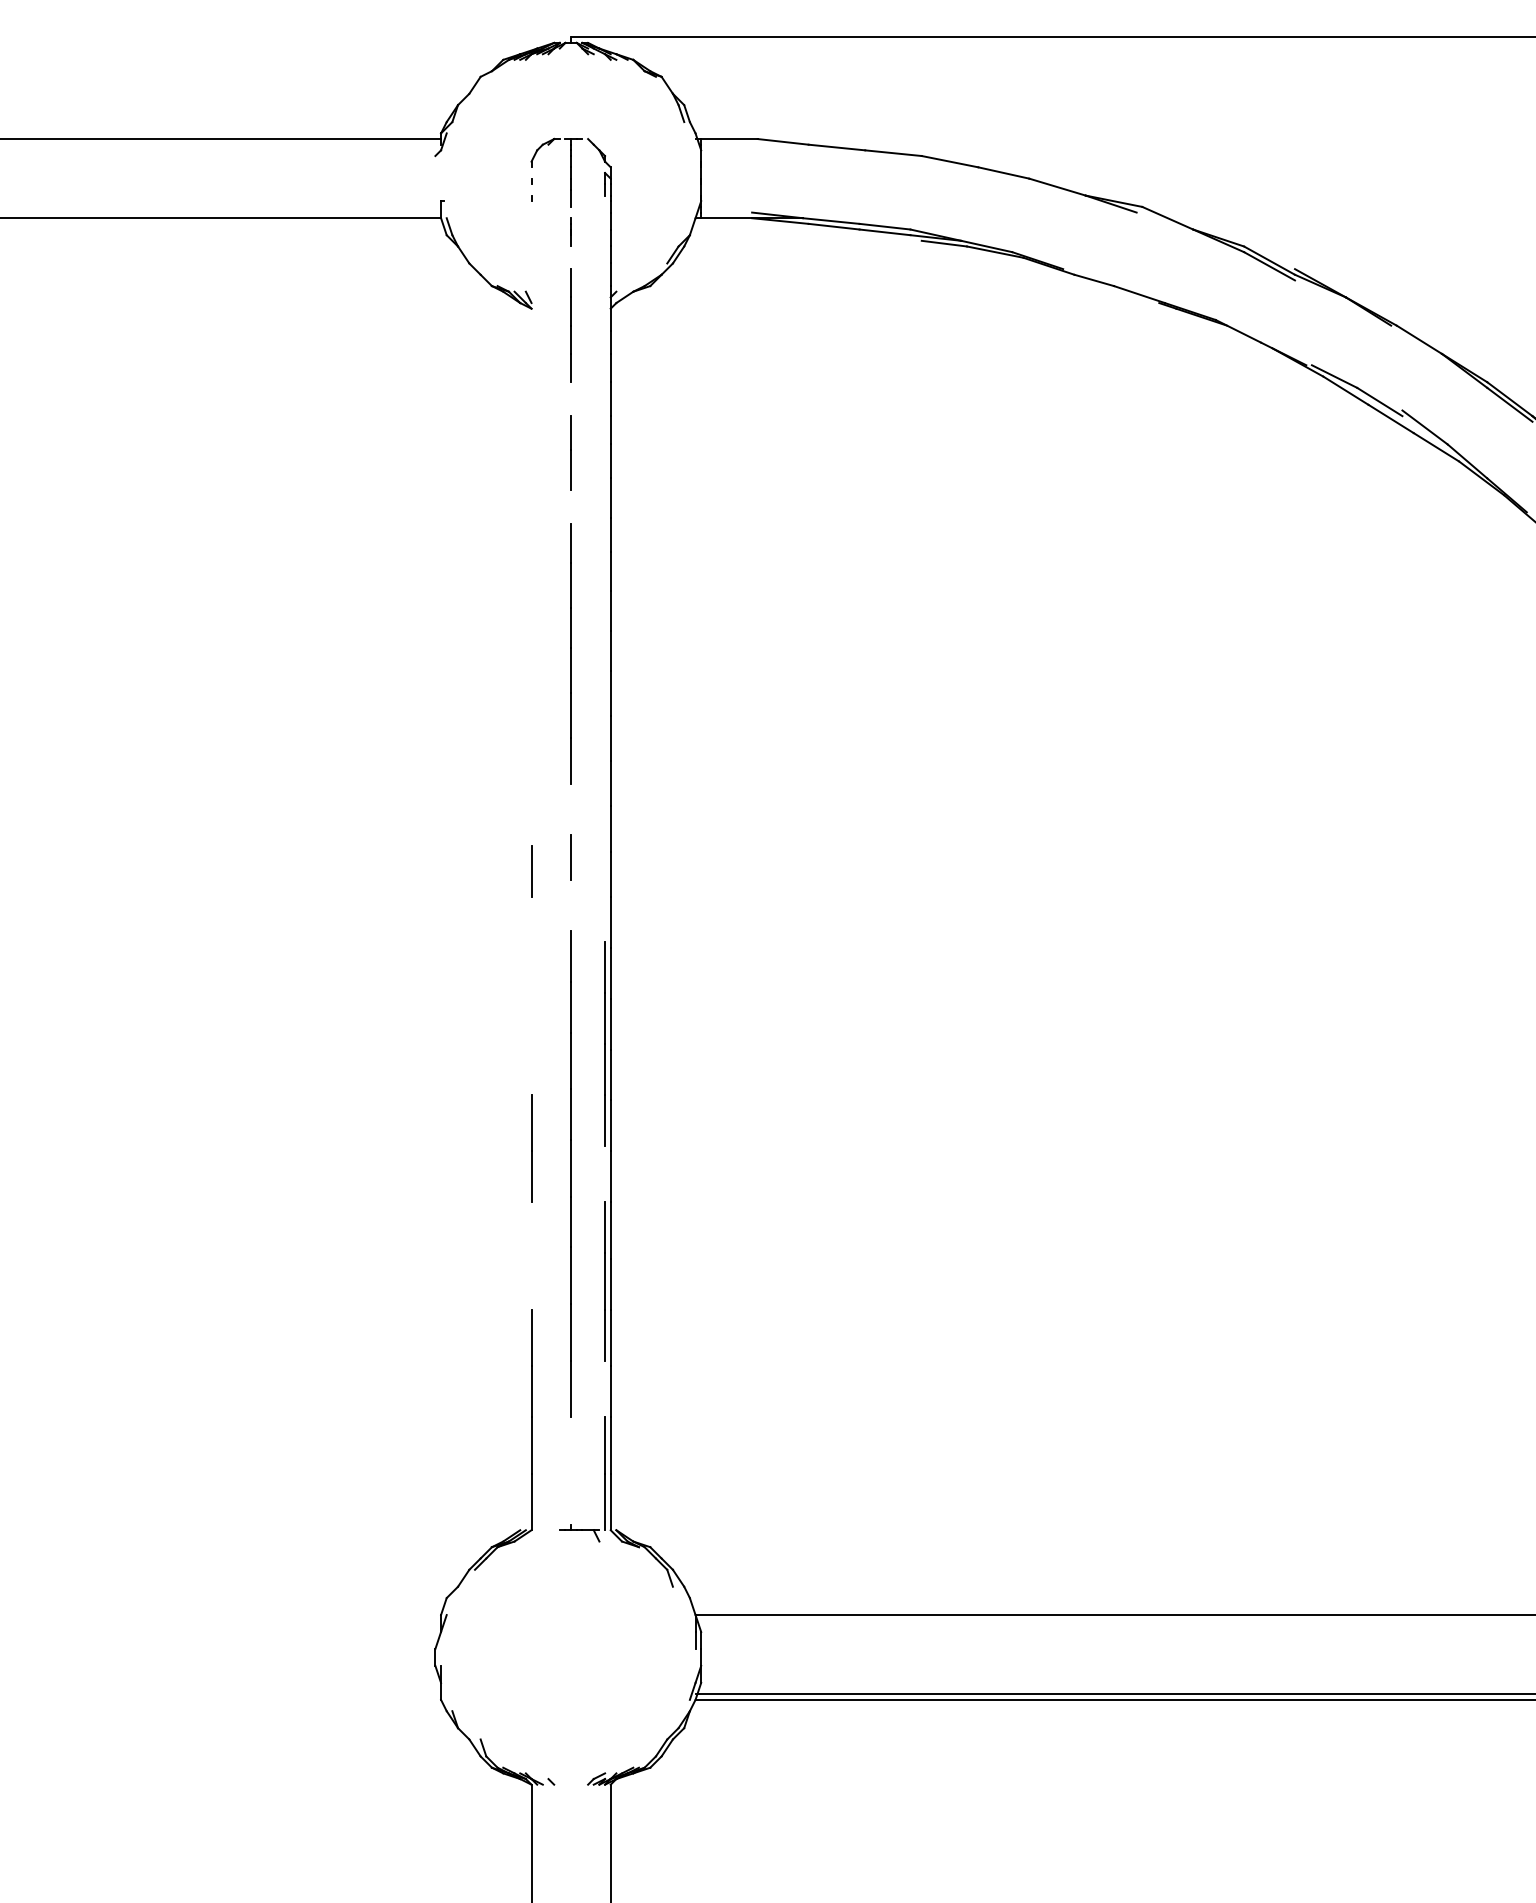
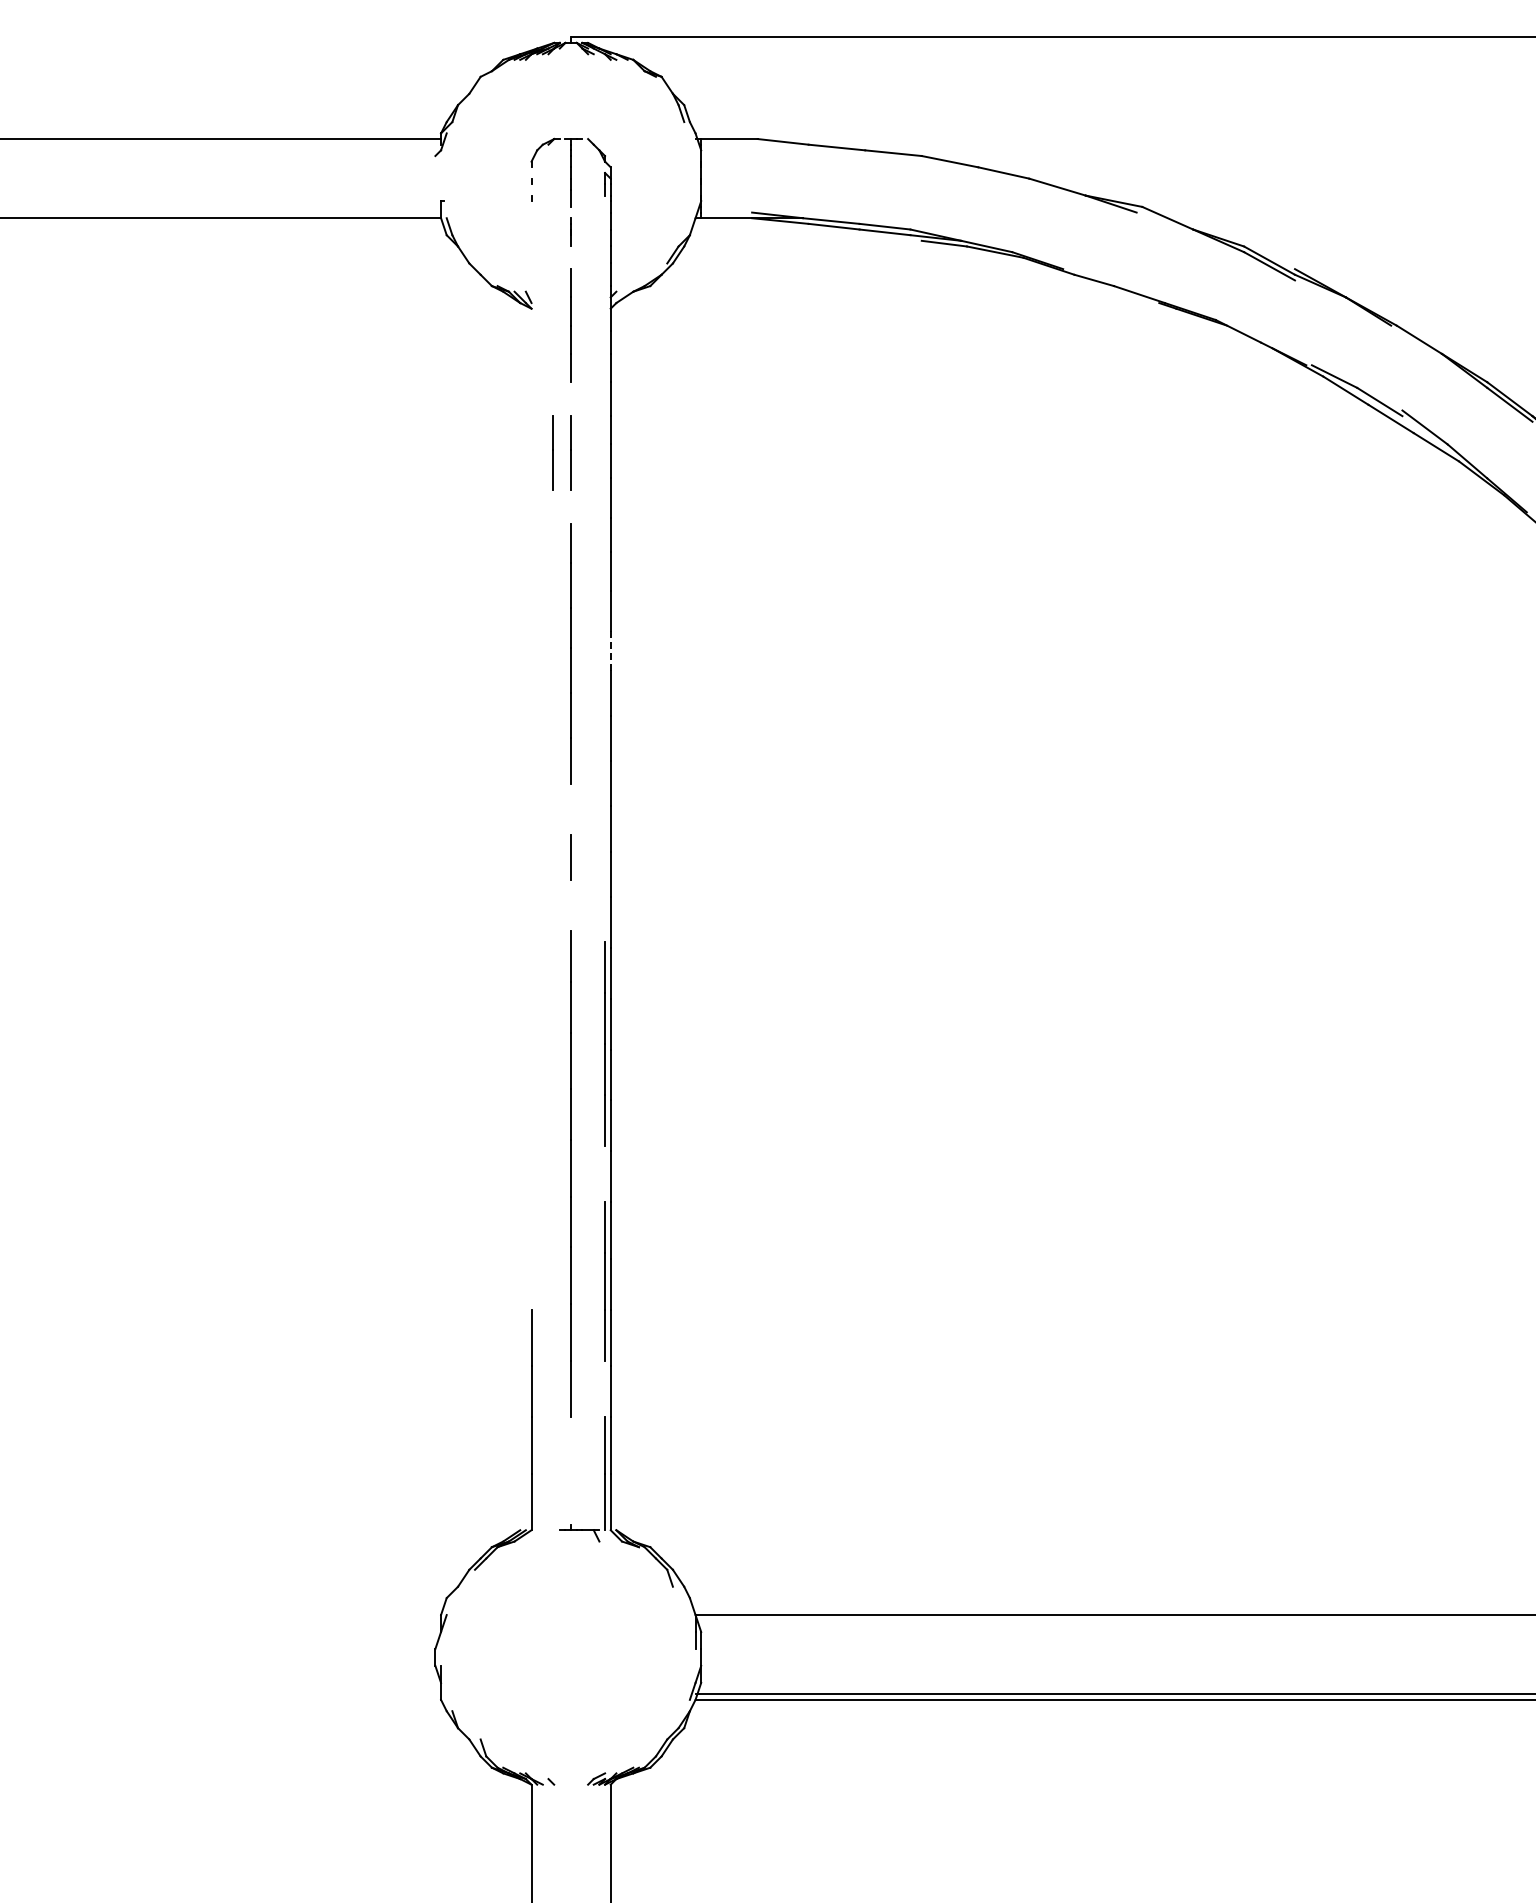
line at (552, 452): none -> present
line at (610, 650): solid -> dashed
line at (531, 870): present -> none
line at (531, 1148): present -> none
